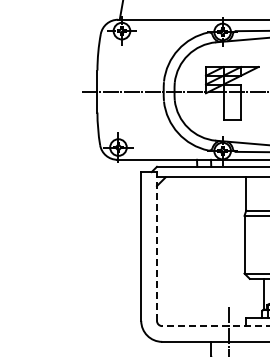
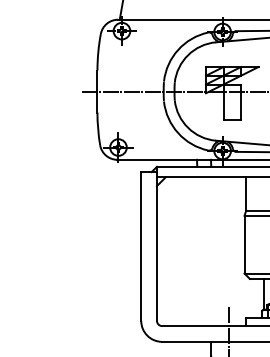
line at (156, 243): dashed -> solid
line at (215, 326): dashed -> solid
